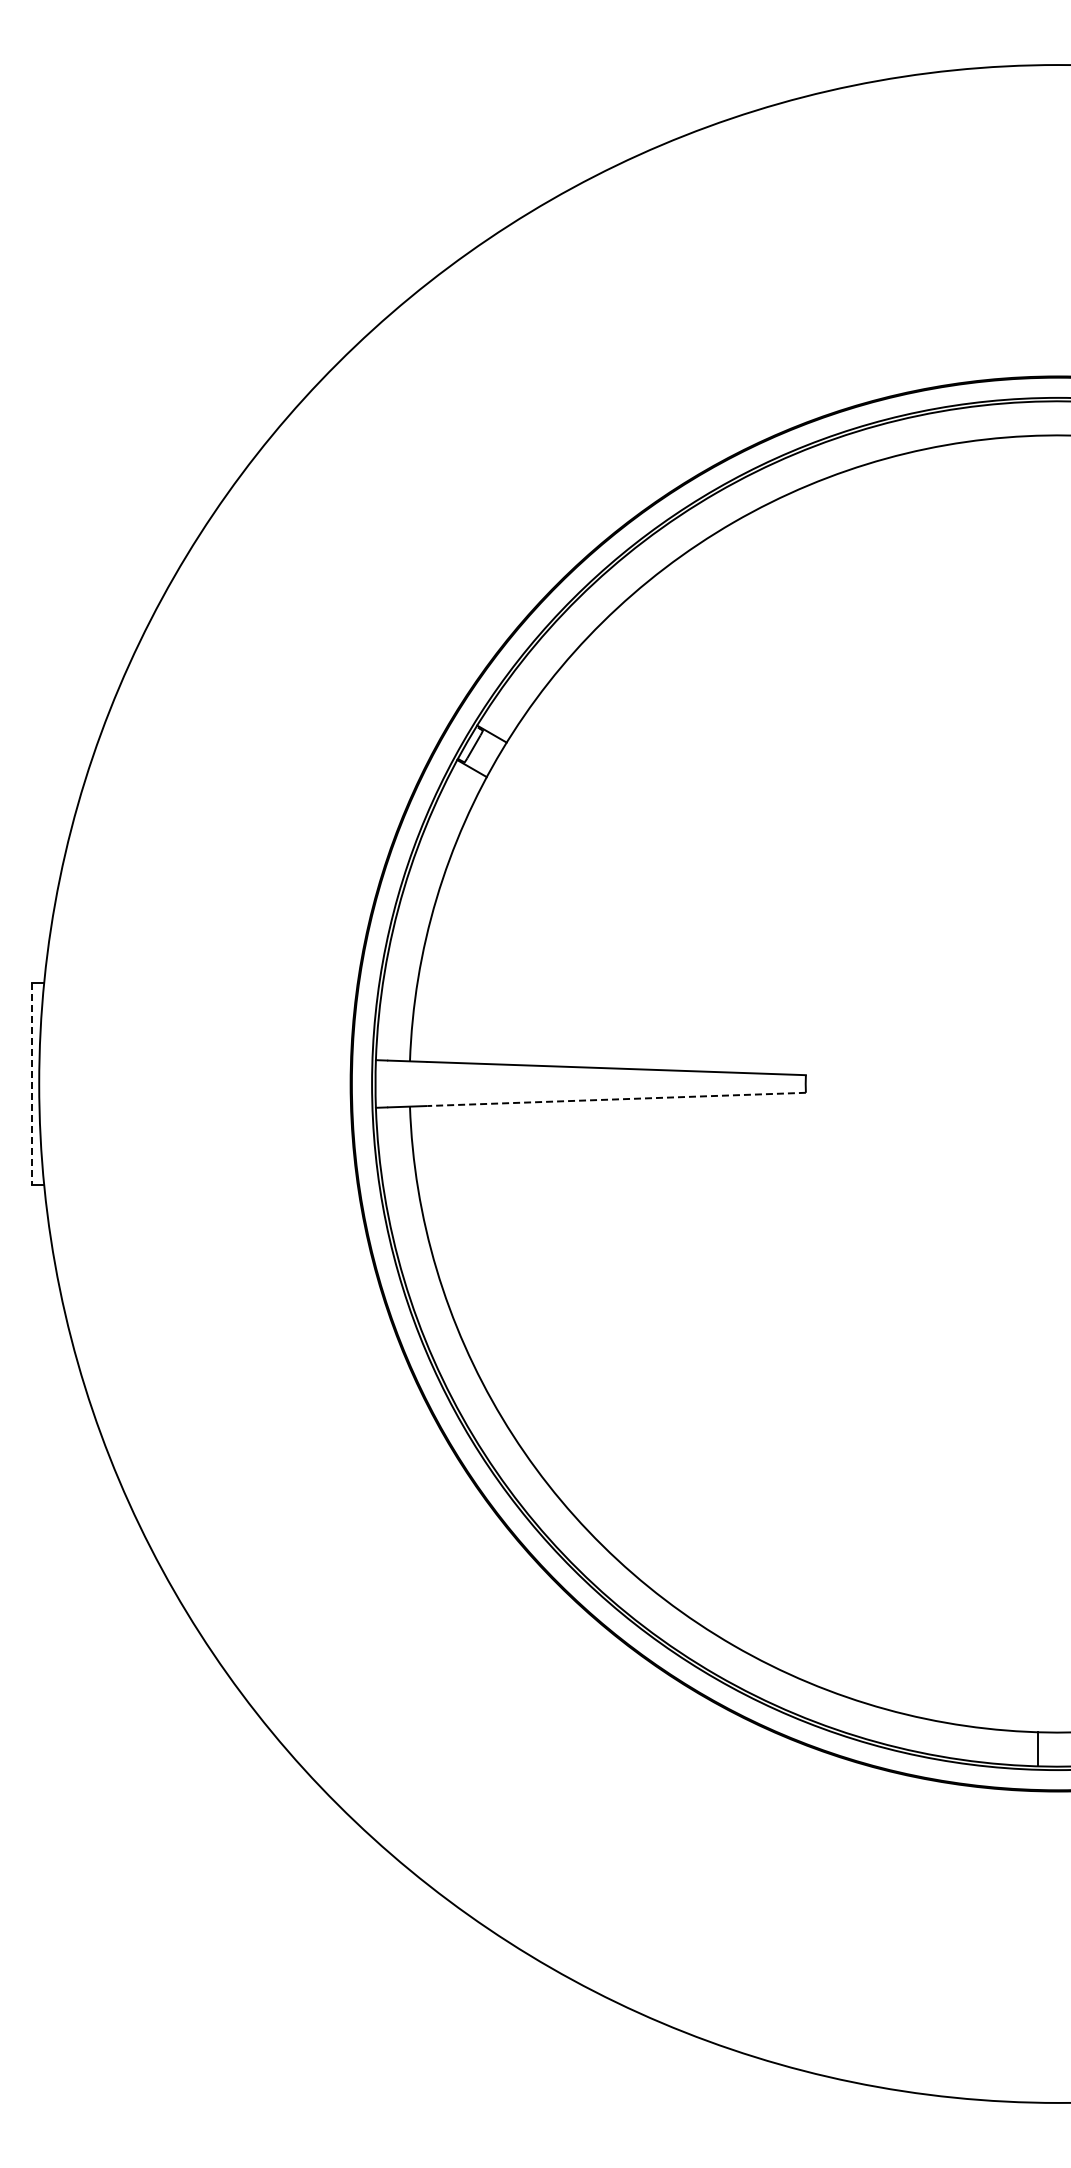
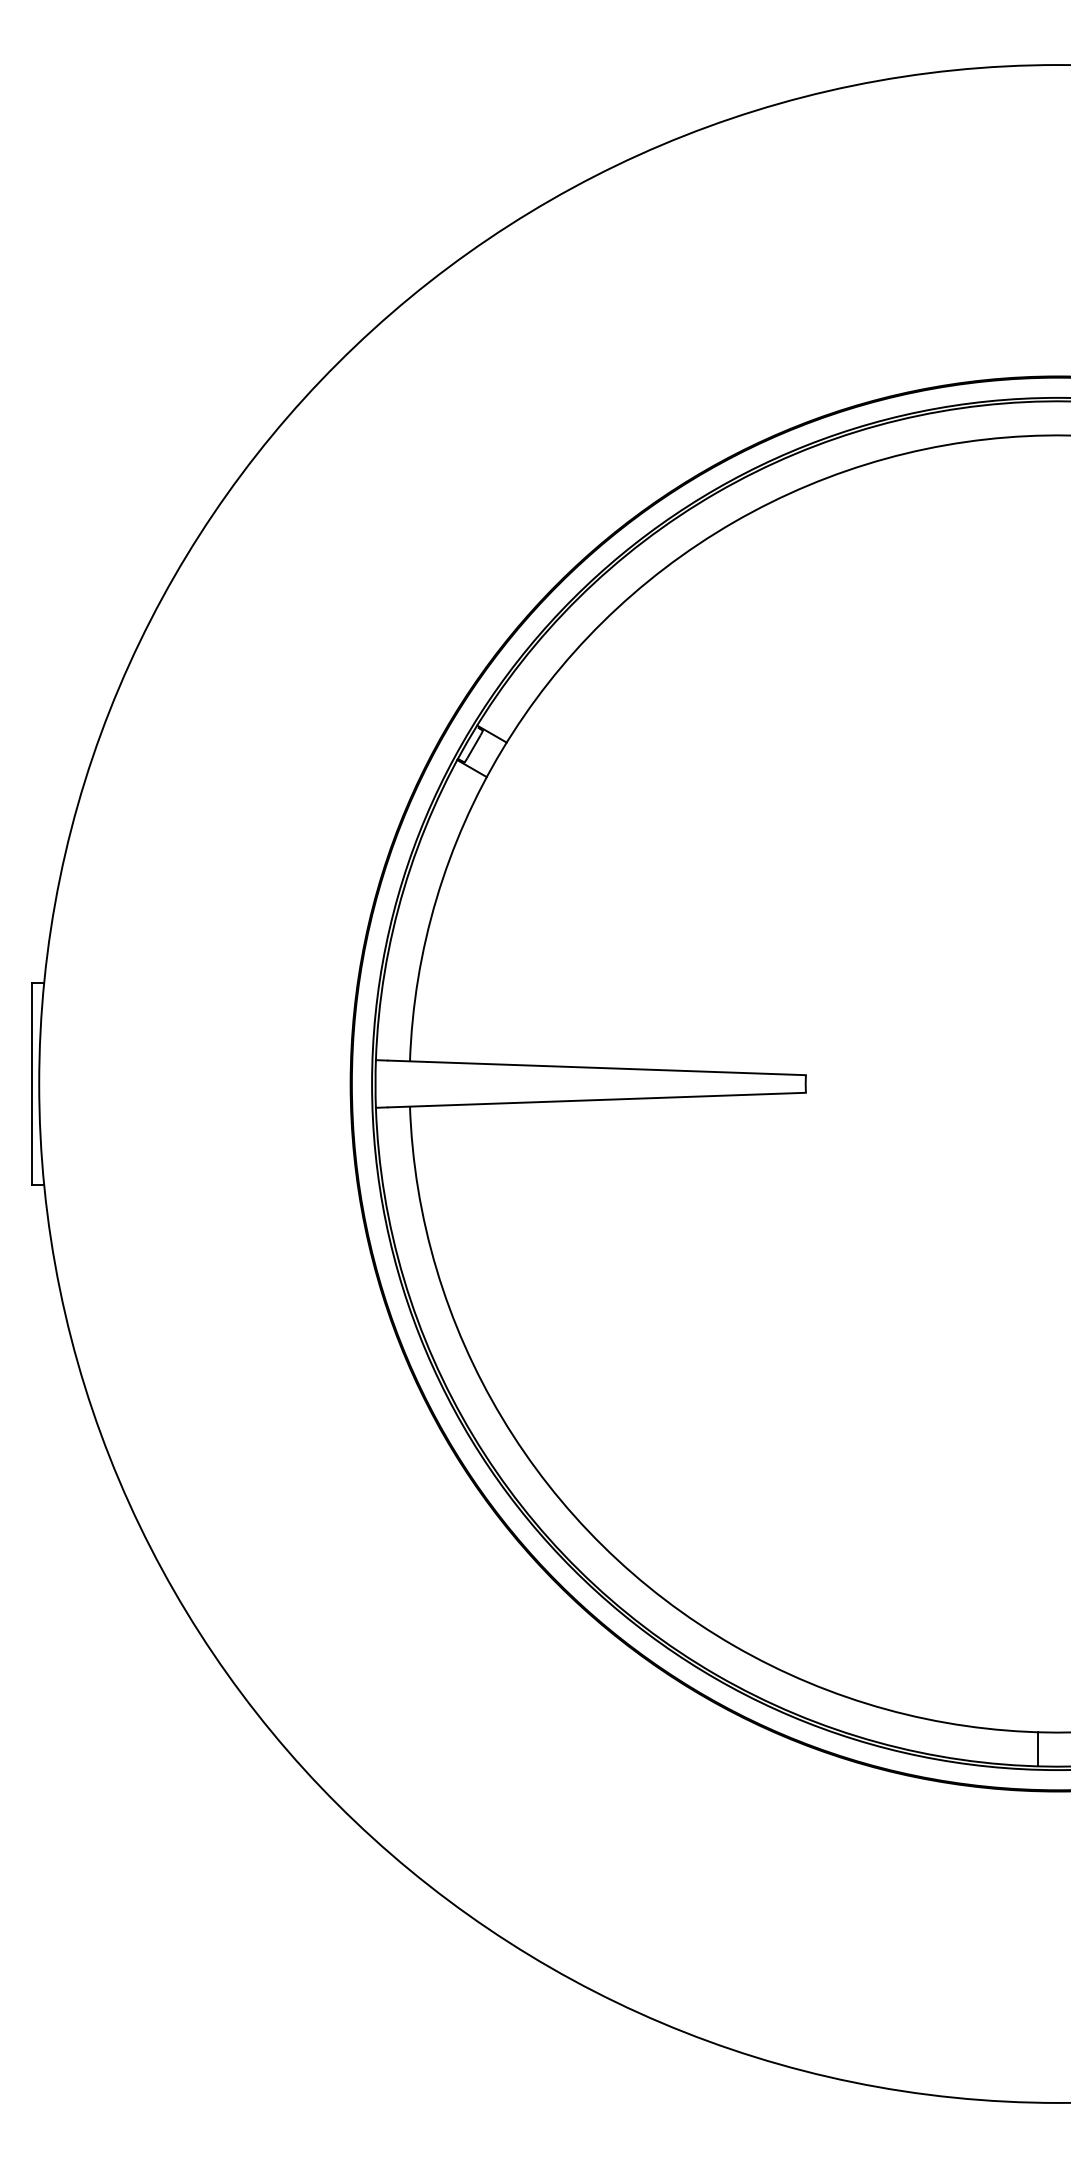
line at (32, 1084): dashed -> solid
line at (616, 1099): dashed -> solid
